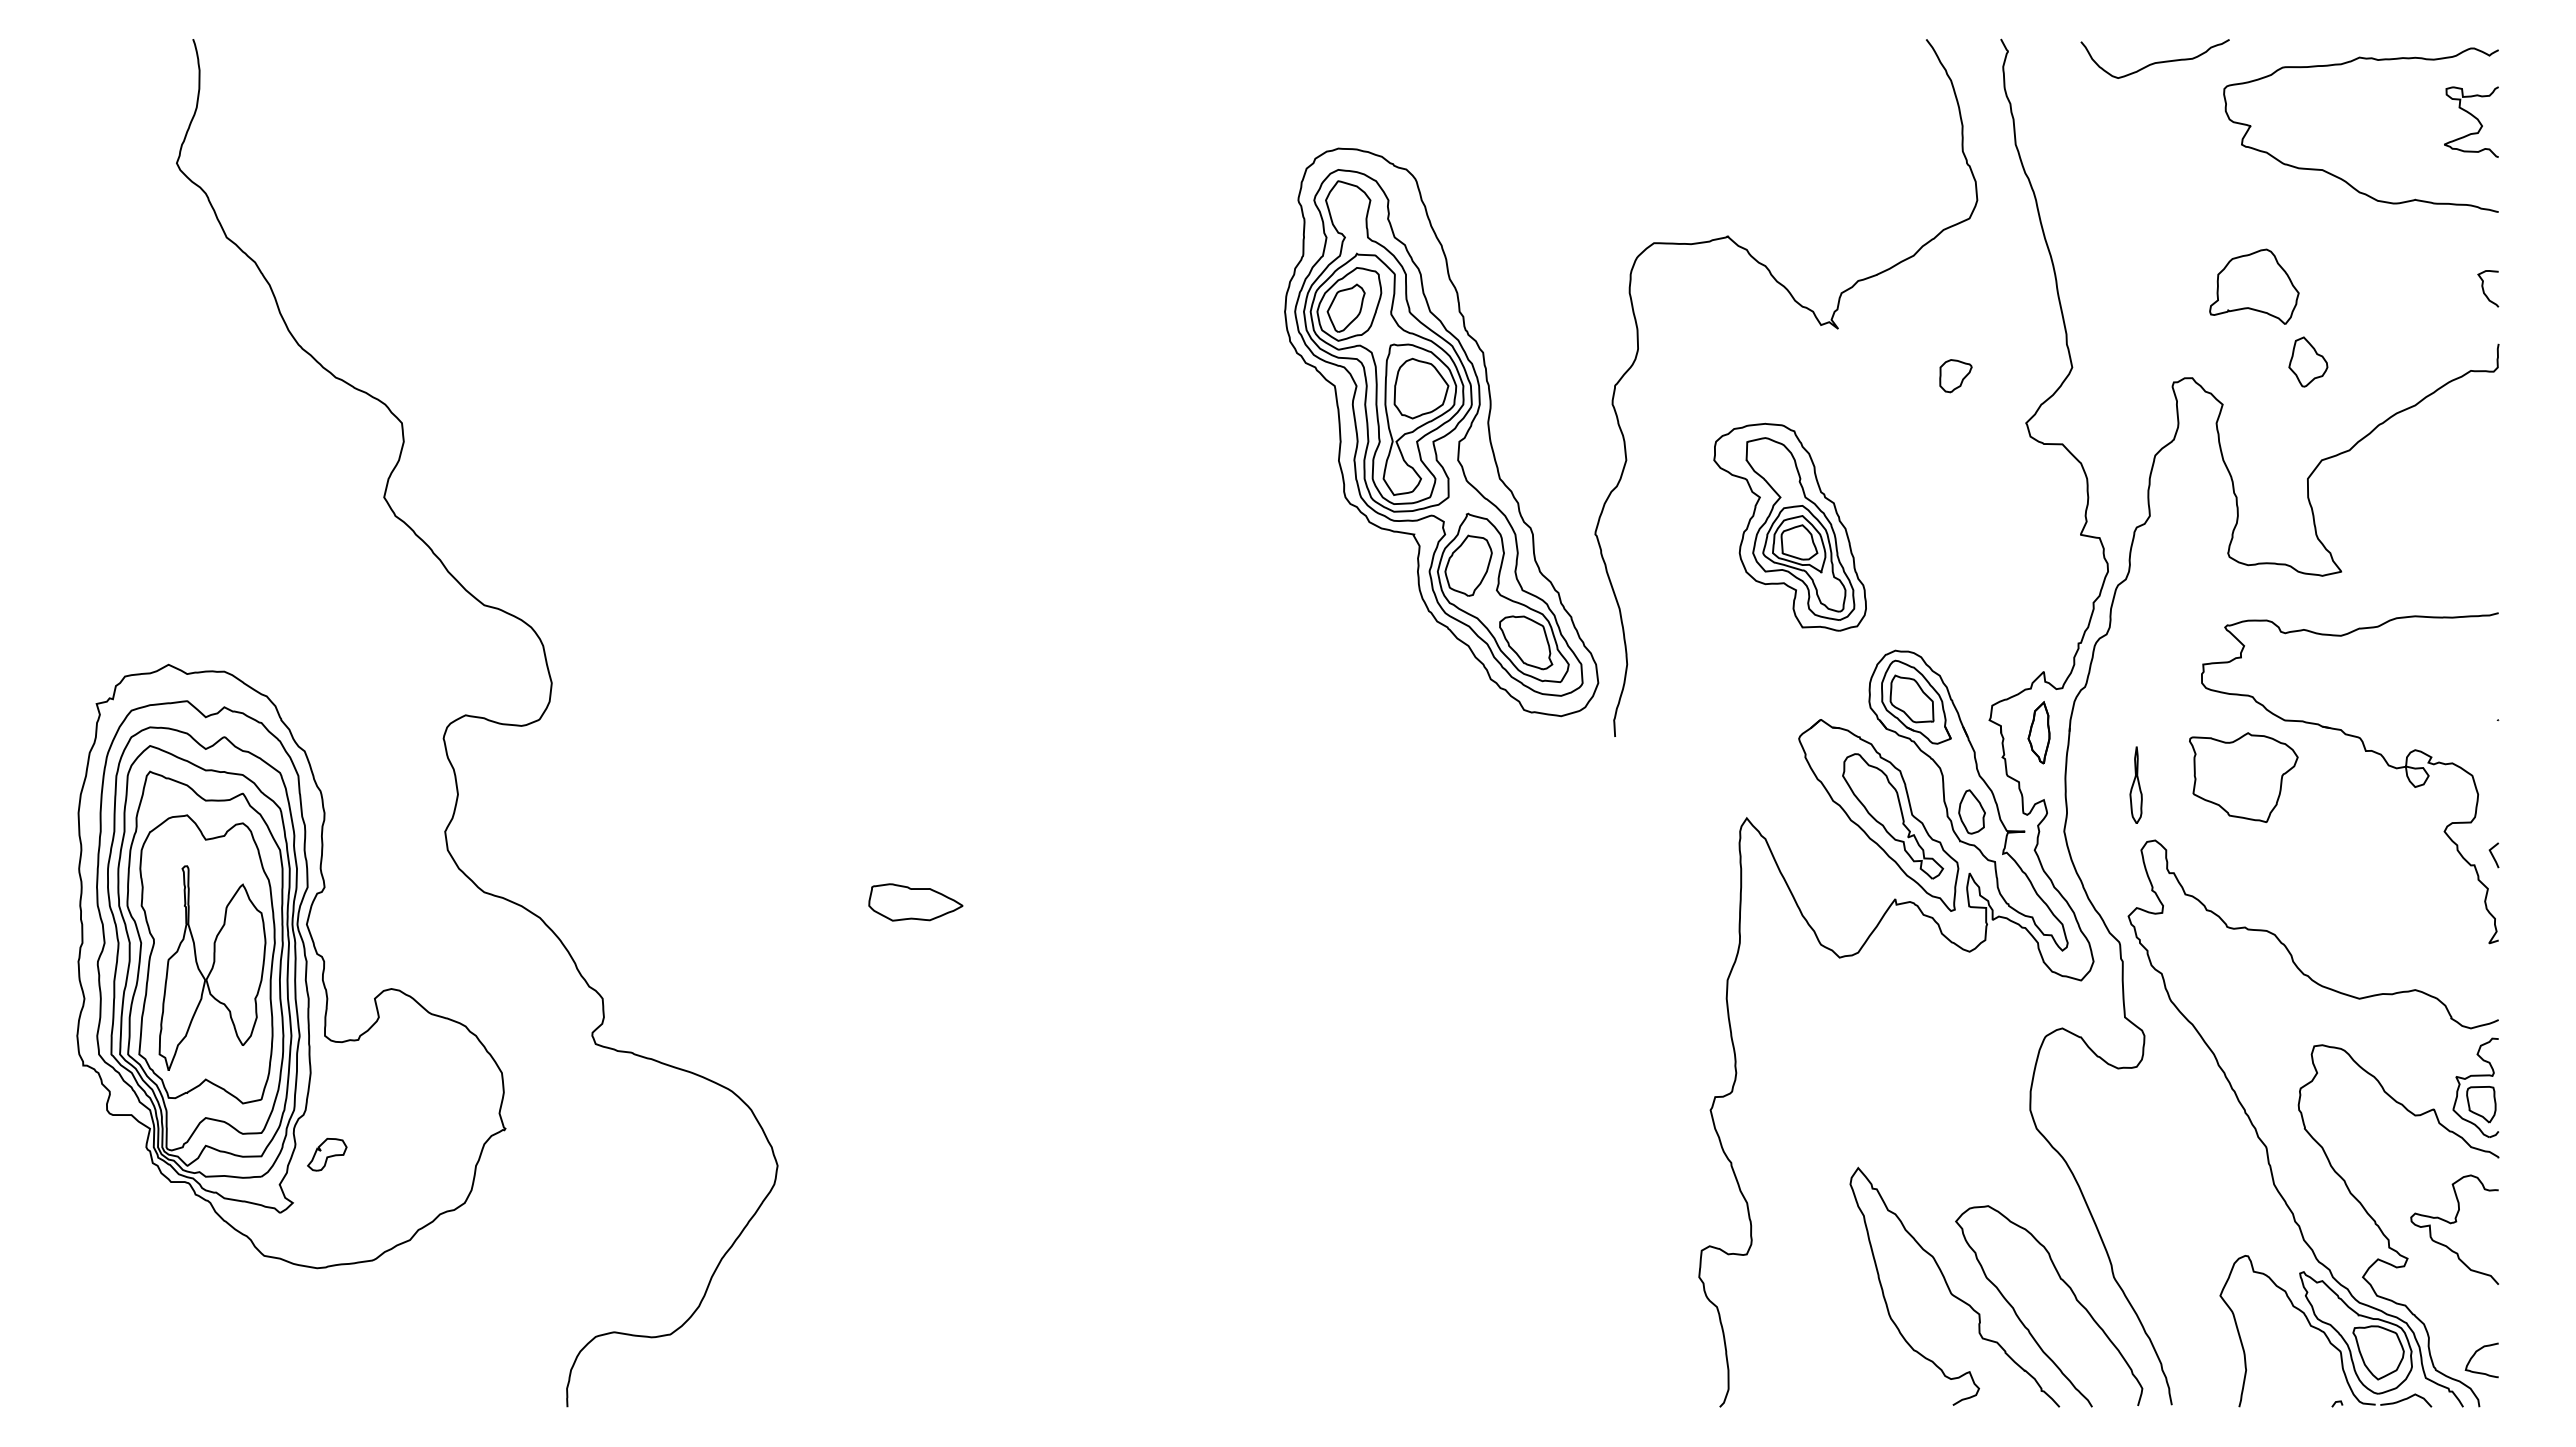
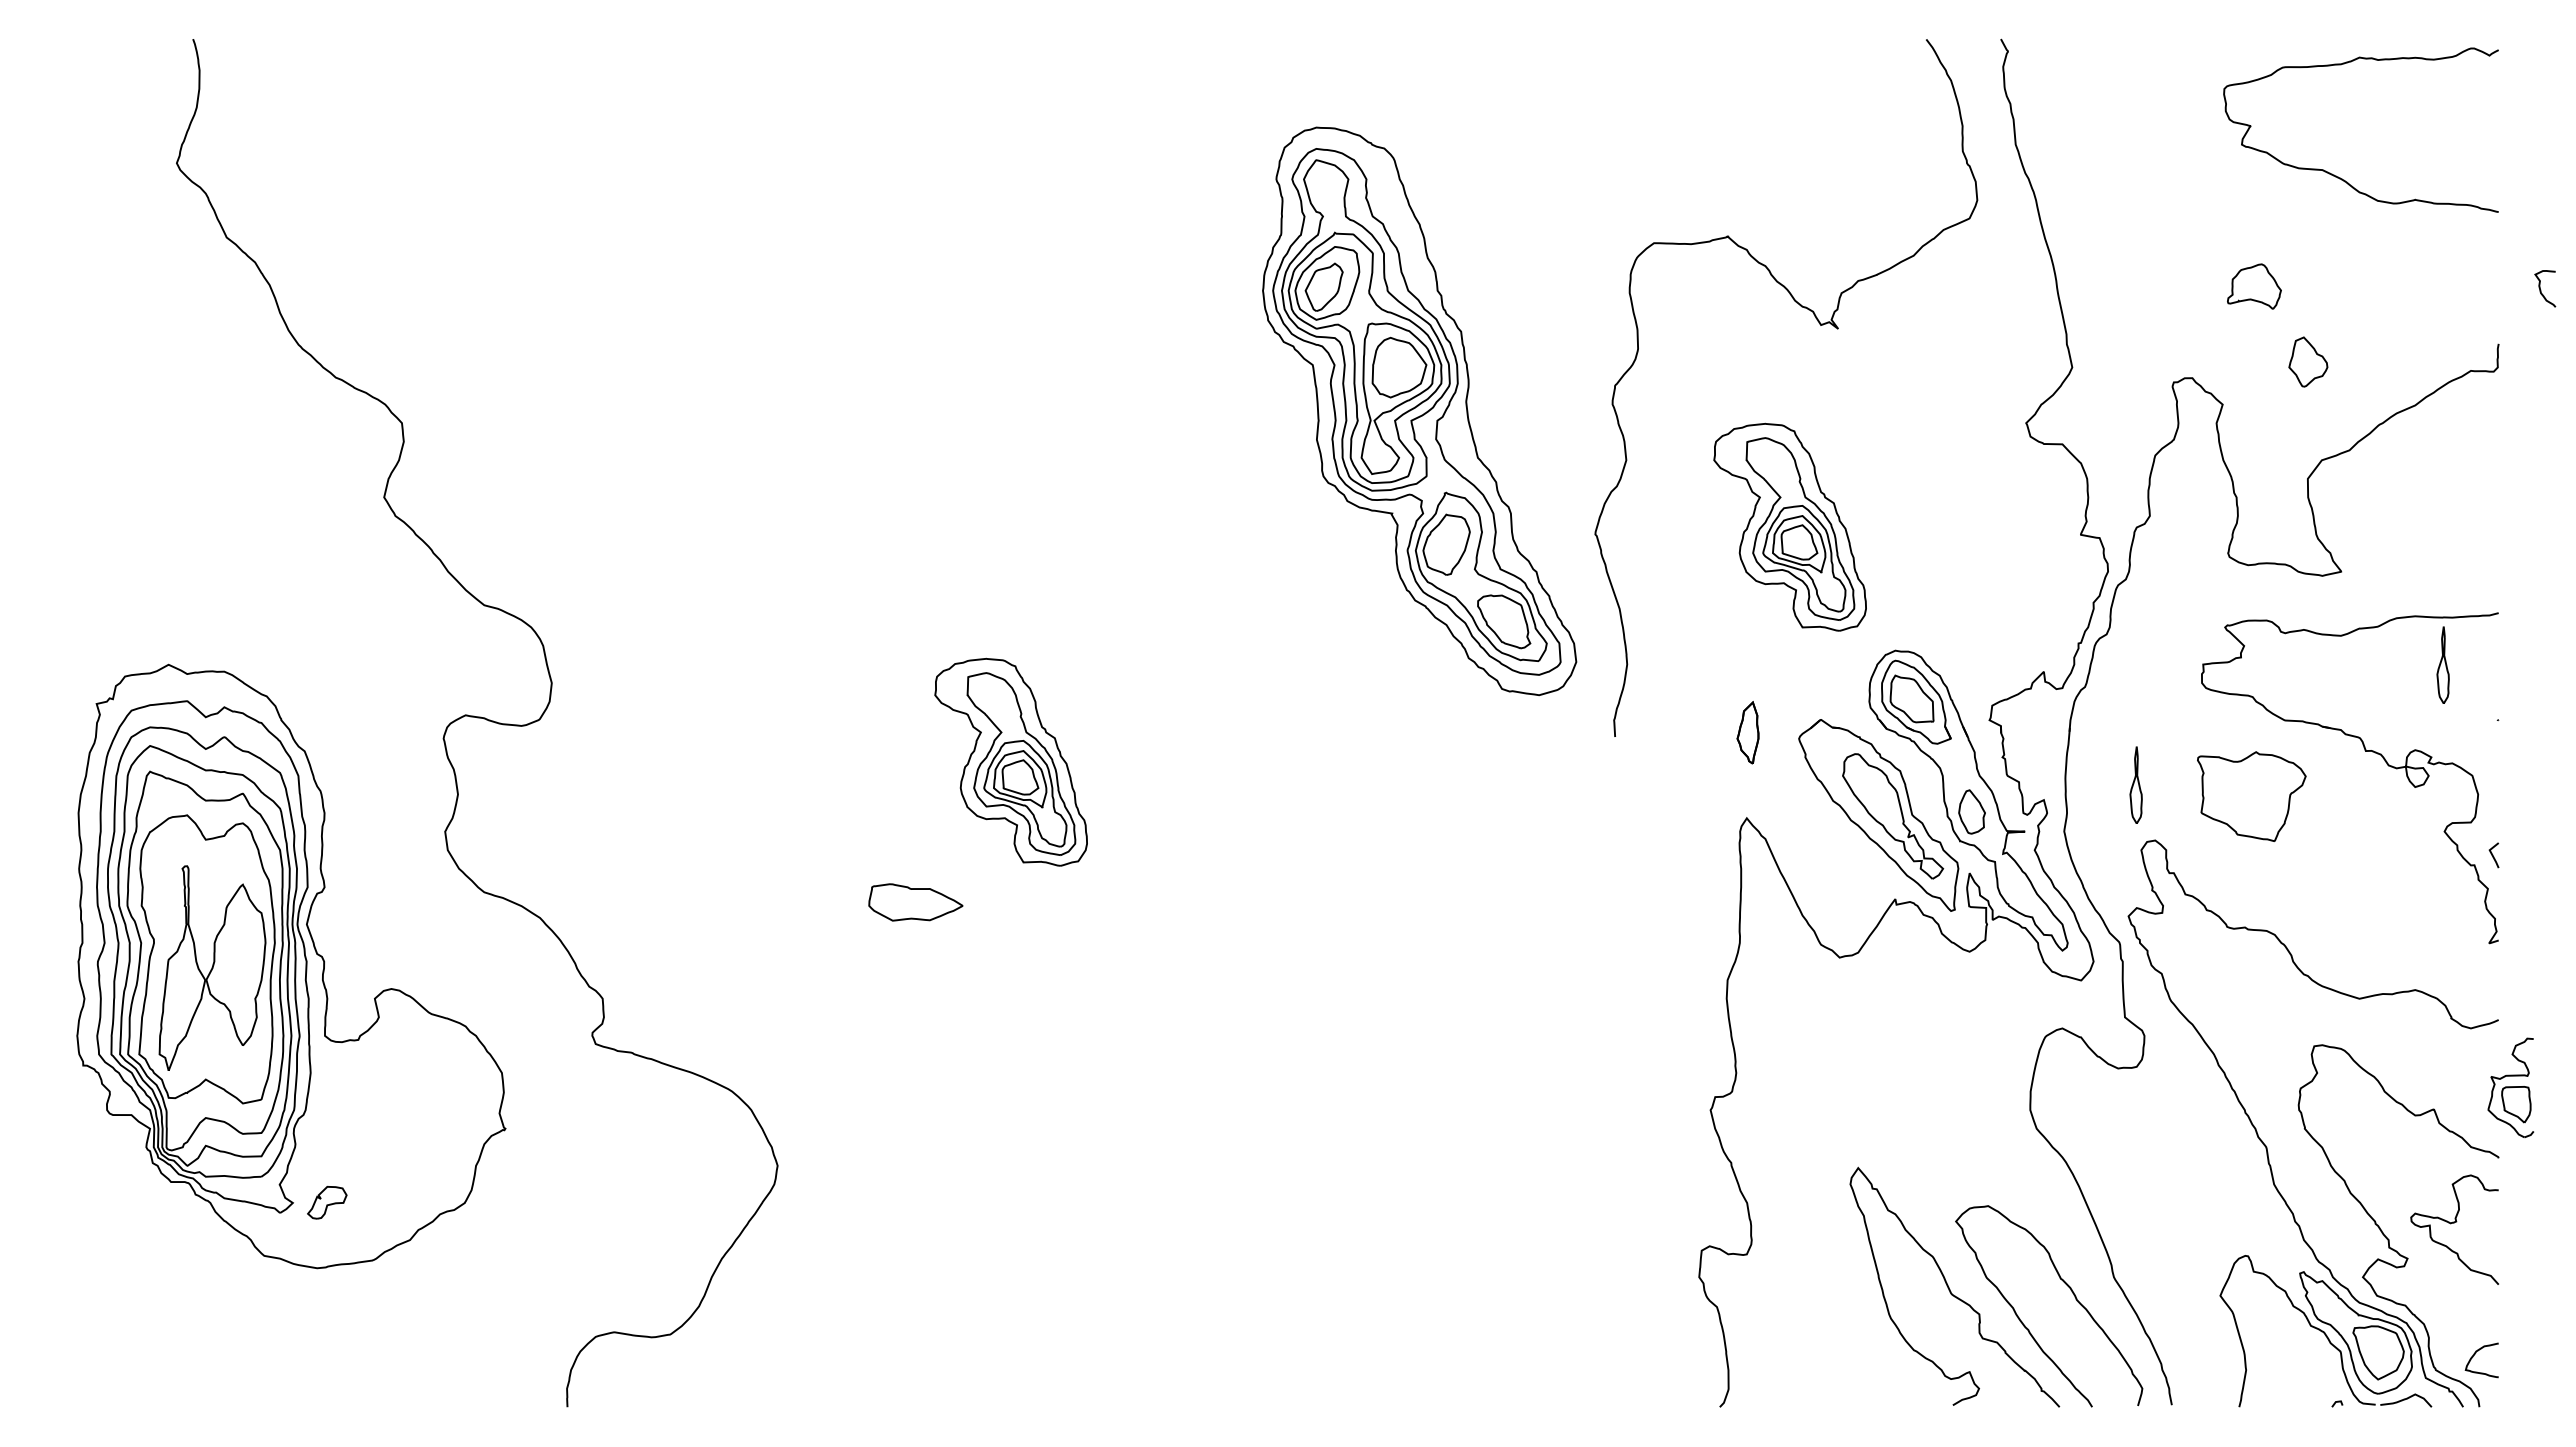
curve at (2154, 62): present -> none
curve at (2474, 118): present -> none
part at (2254, 286) size: 91x77 px -> 55x47 px
curve at (2484, 290) position: (2484, 290) -> (2541, 290)
part at (1955, 376): present -> none
part at (1441, 432) position: (1441, 432) -> (1419, 411)
part at (2442, 664): none -> present
part at (2038, 732) position: (2038, 732) -> (1747, 732)
part at (1010, 761): none -> present
part at (2243, 777) position: (2243, 777) -> (2251, 796)
part at (2475, 1087) position: (2475, 1087) -> (2510, 1087)
part at (327, 1154) position: (327, 1154) -> (327, 1202)
